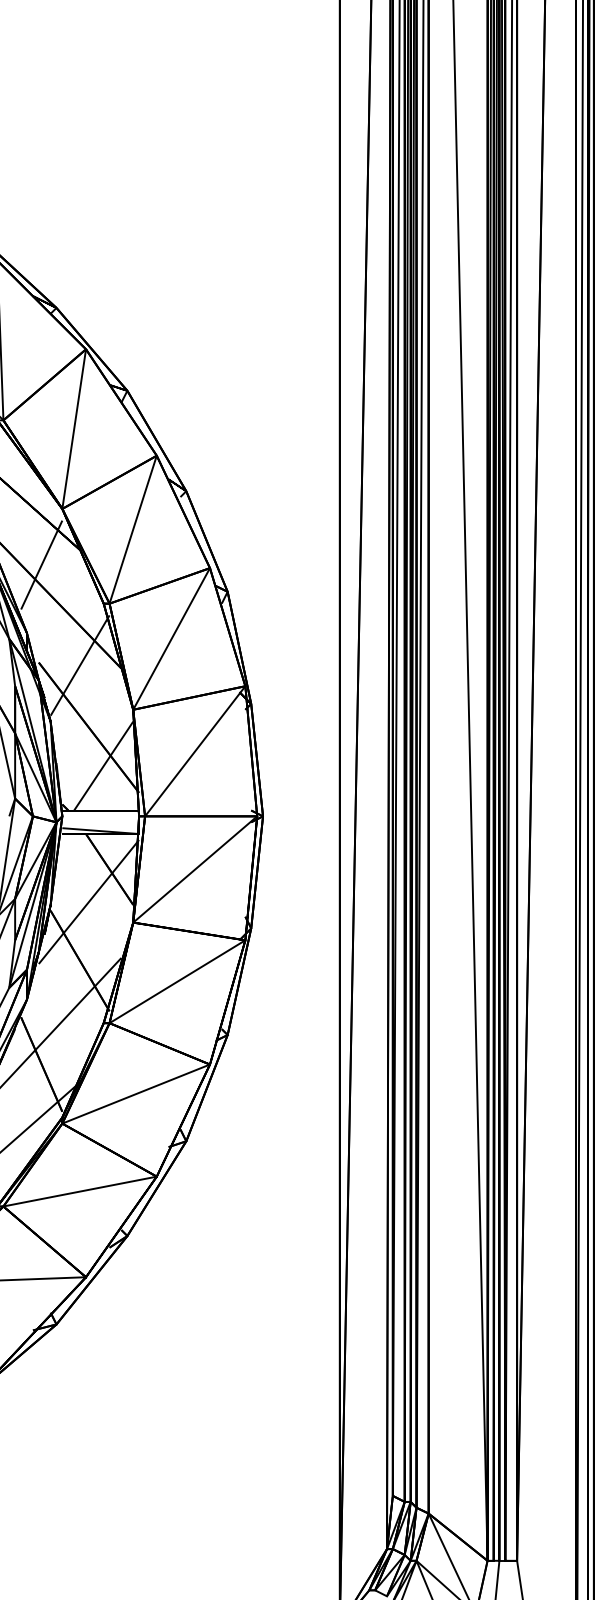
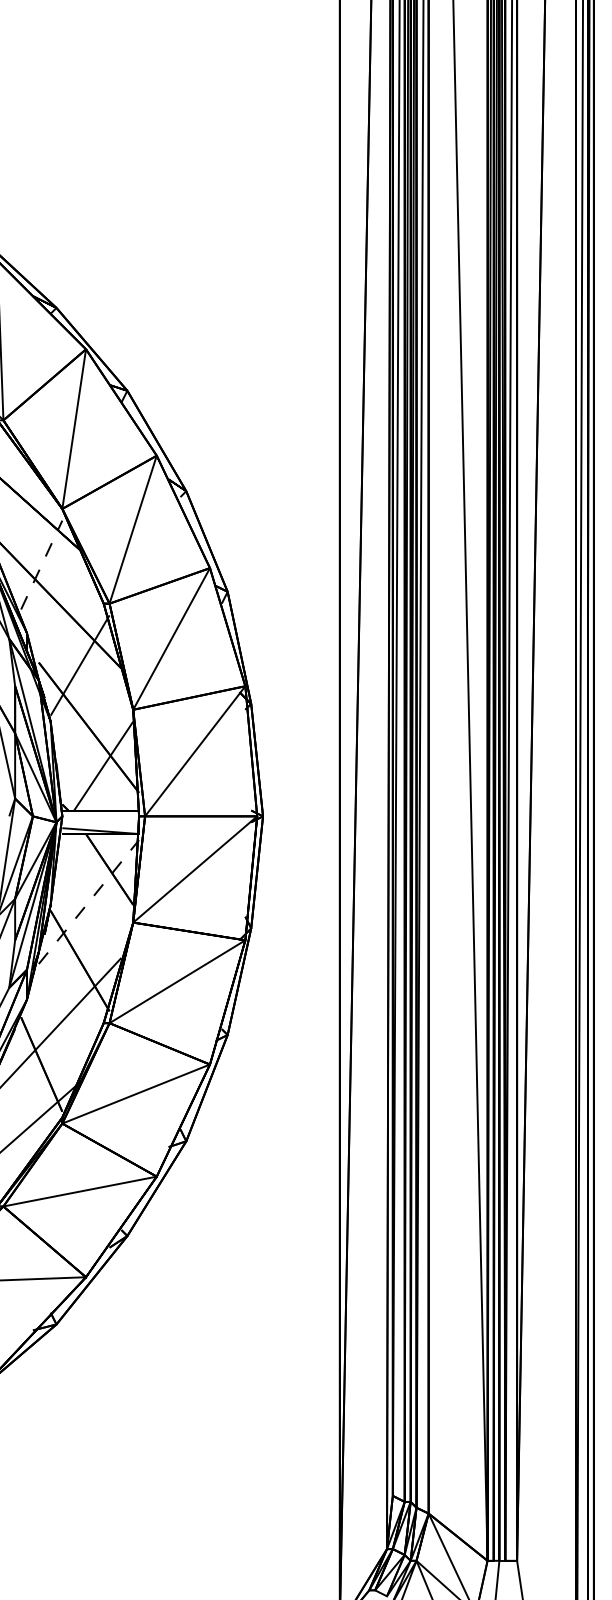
line at (41, 565): solid -> dashed
line at (88, 902): solid -> dashed
